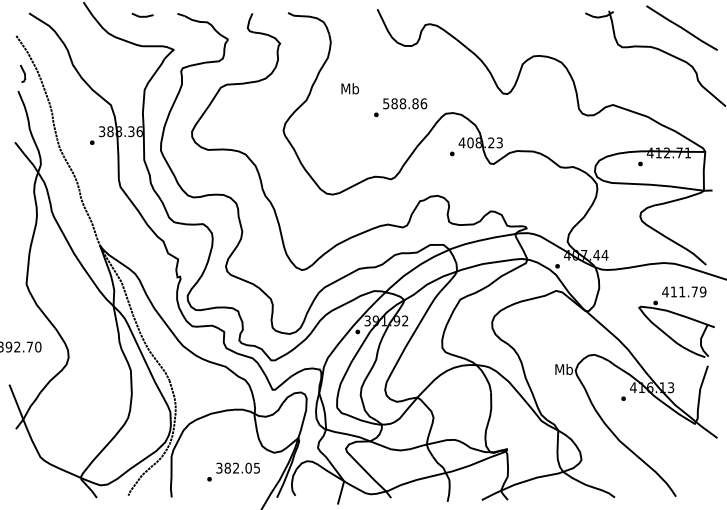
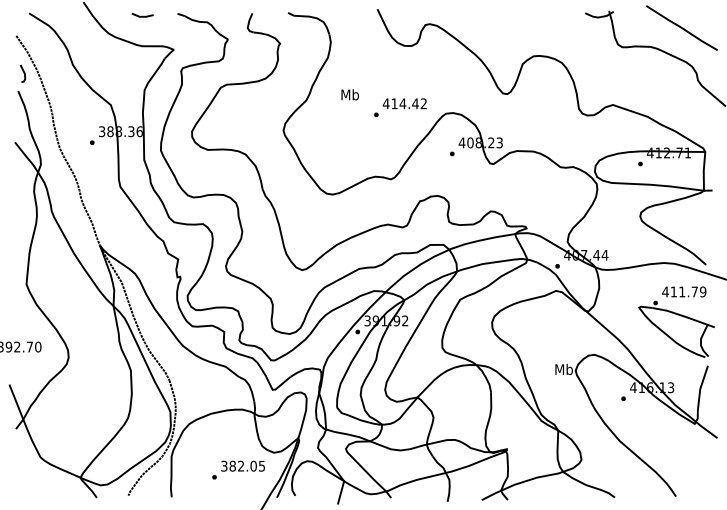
text at (349, 88) position: (349, 88) -> (349, 94)
text at (404, 103): 588.86 -> 414.42
text at (233, 471) position: (233, 471) -> (238, 469)
